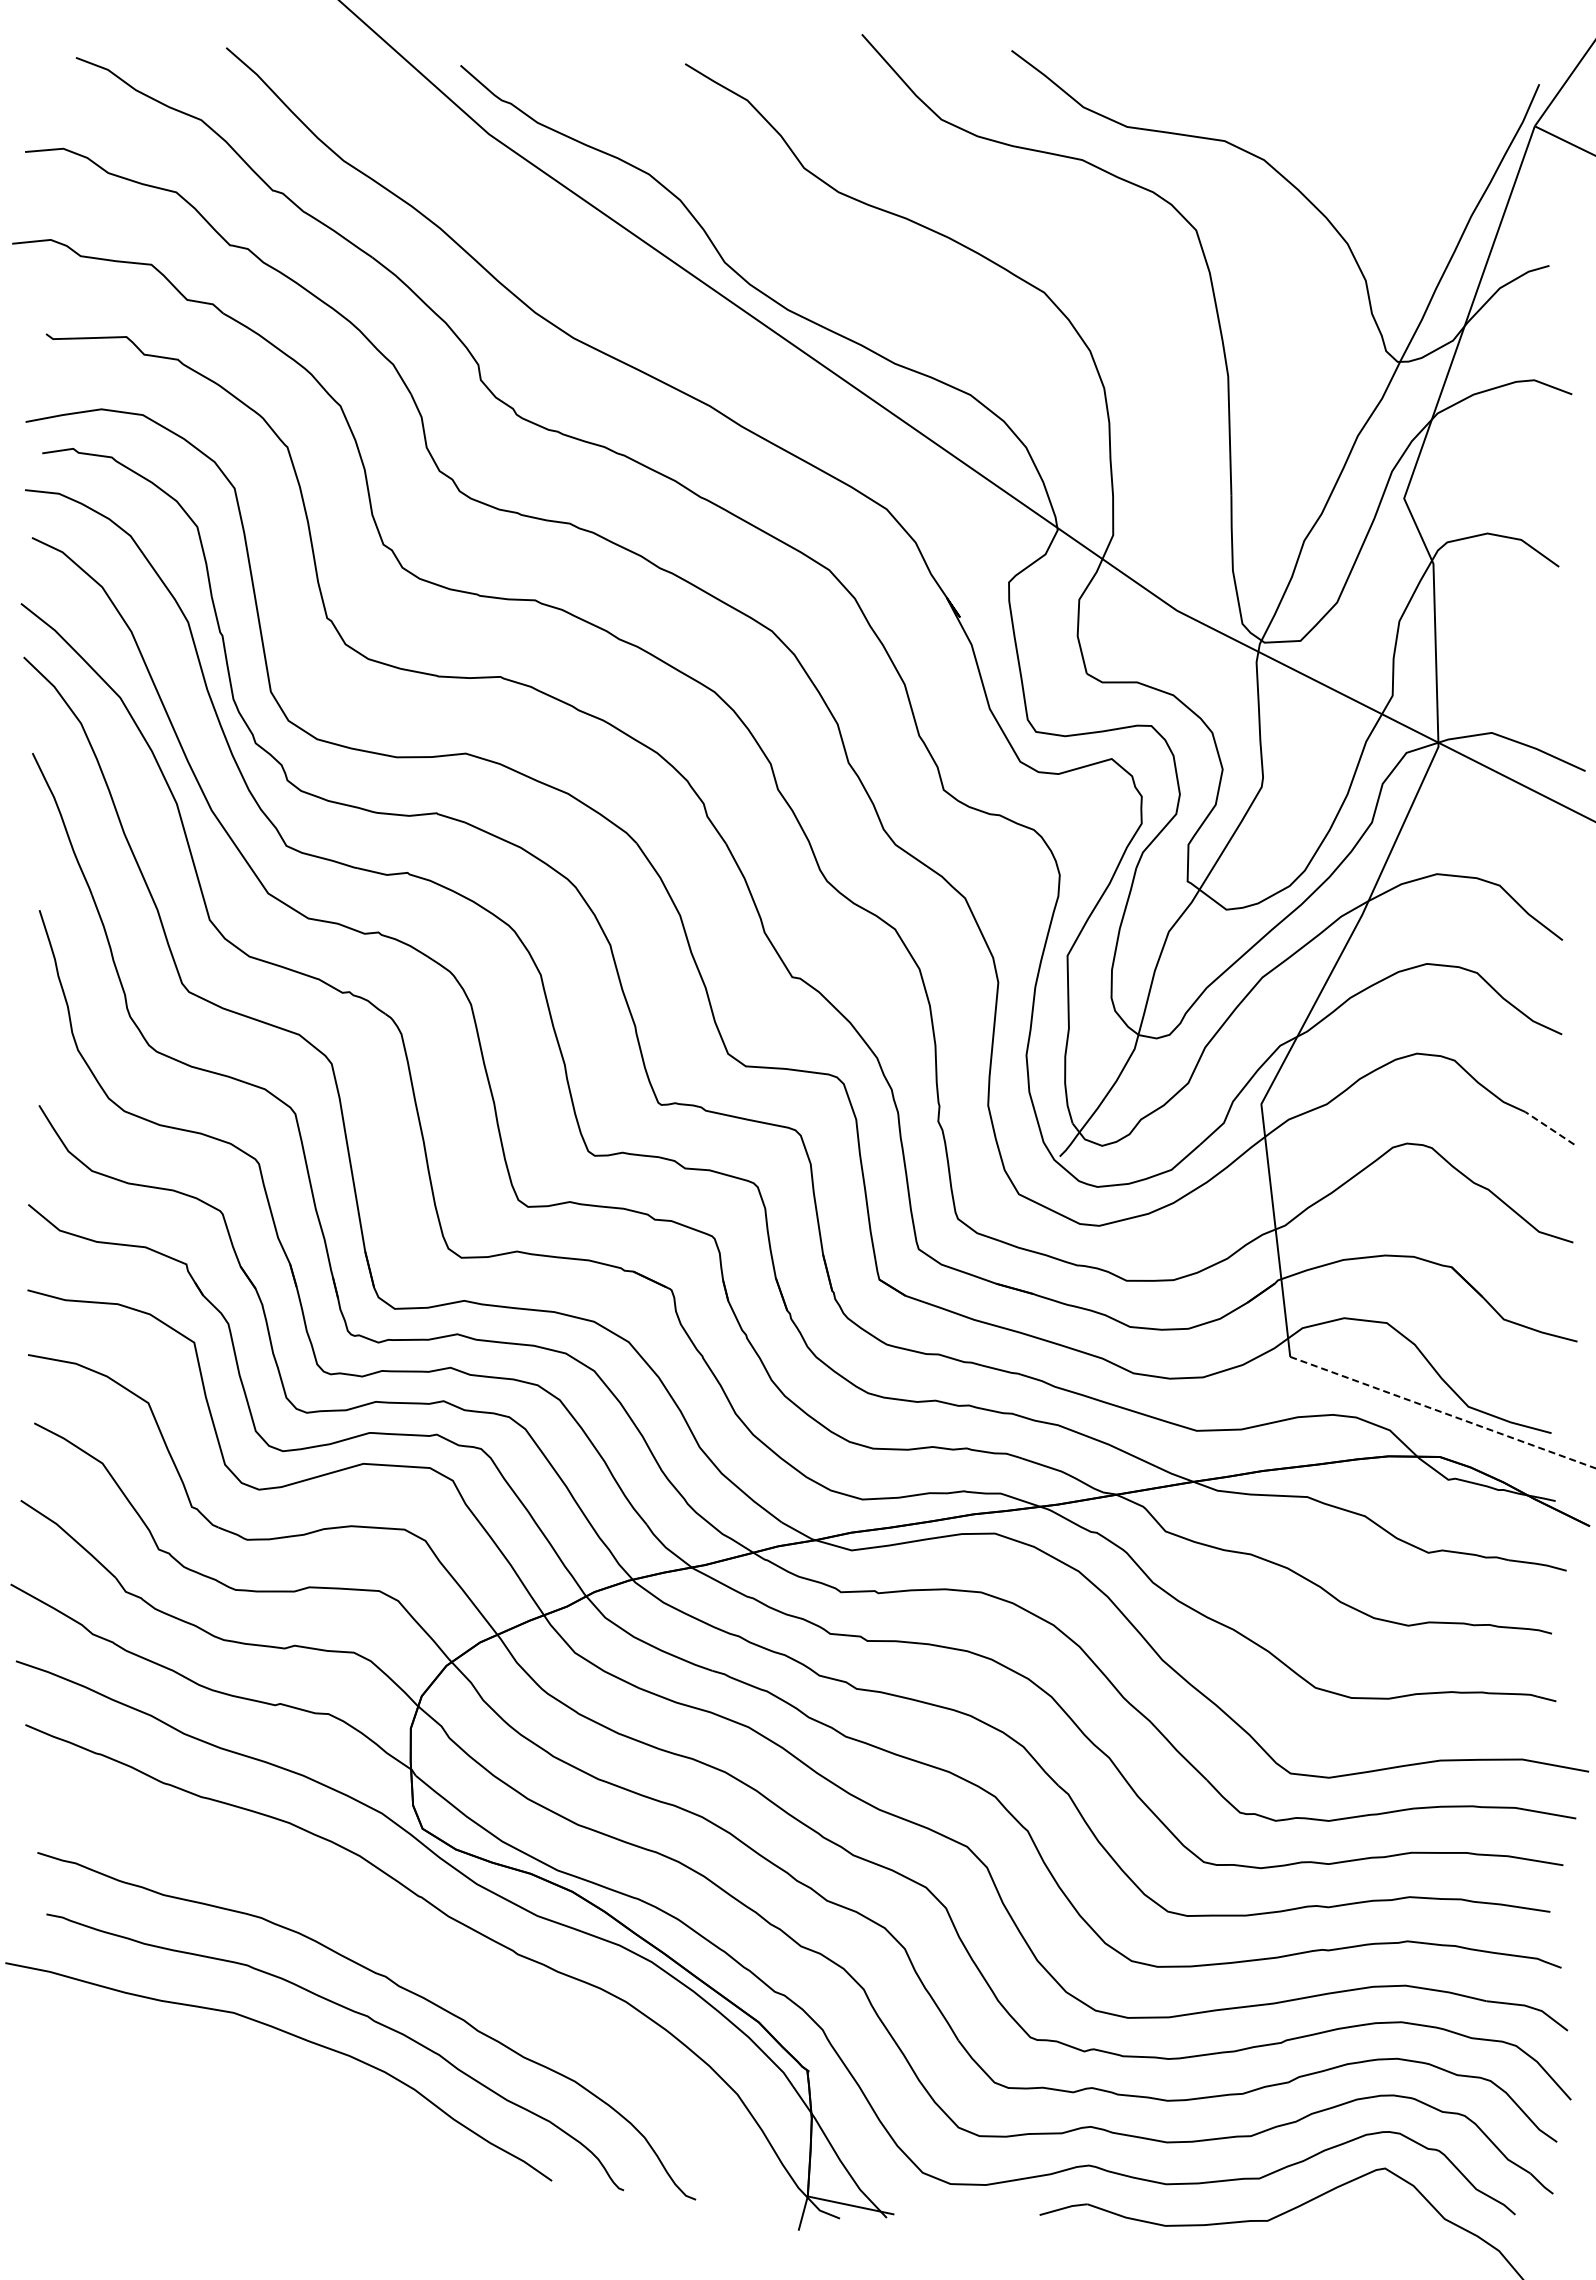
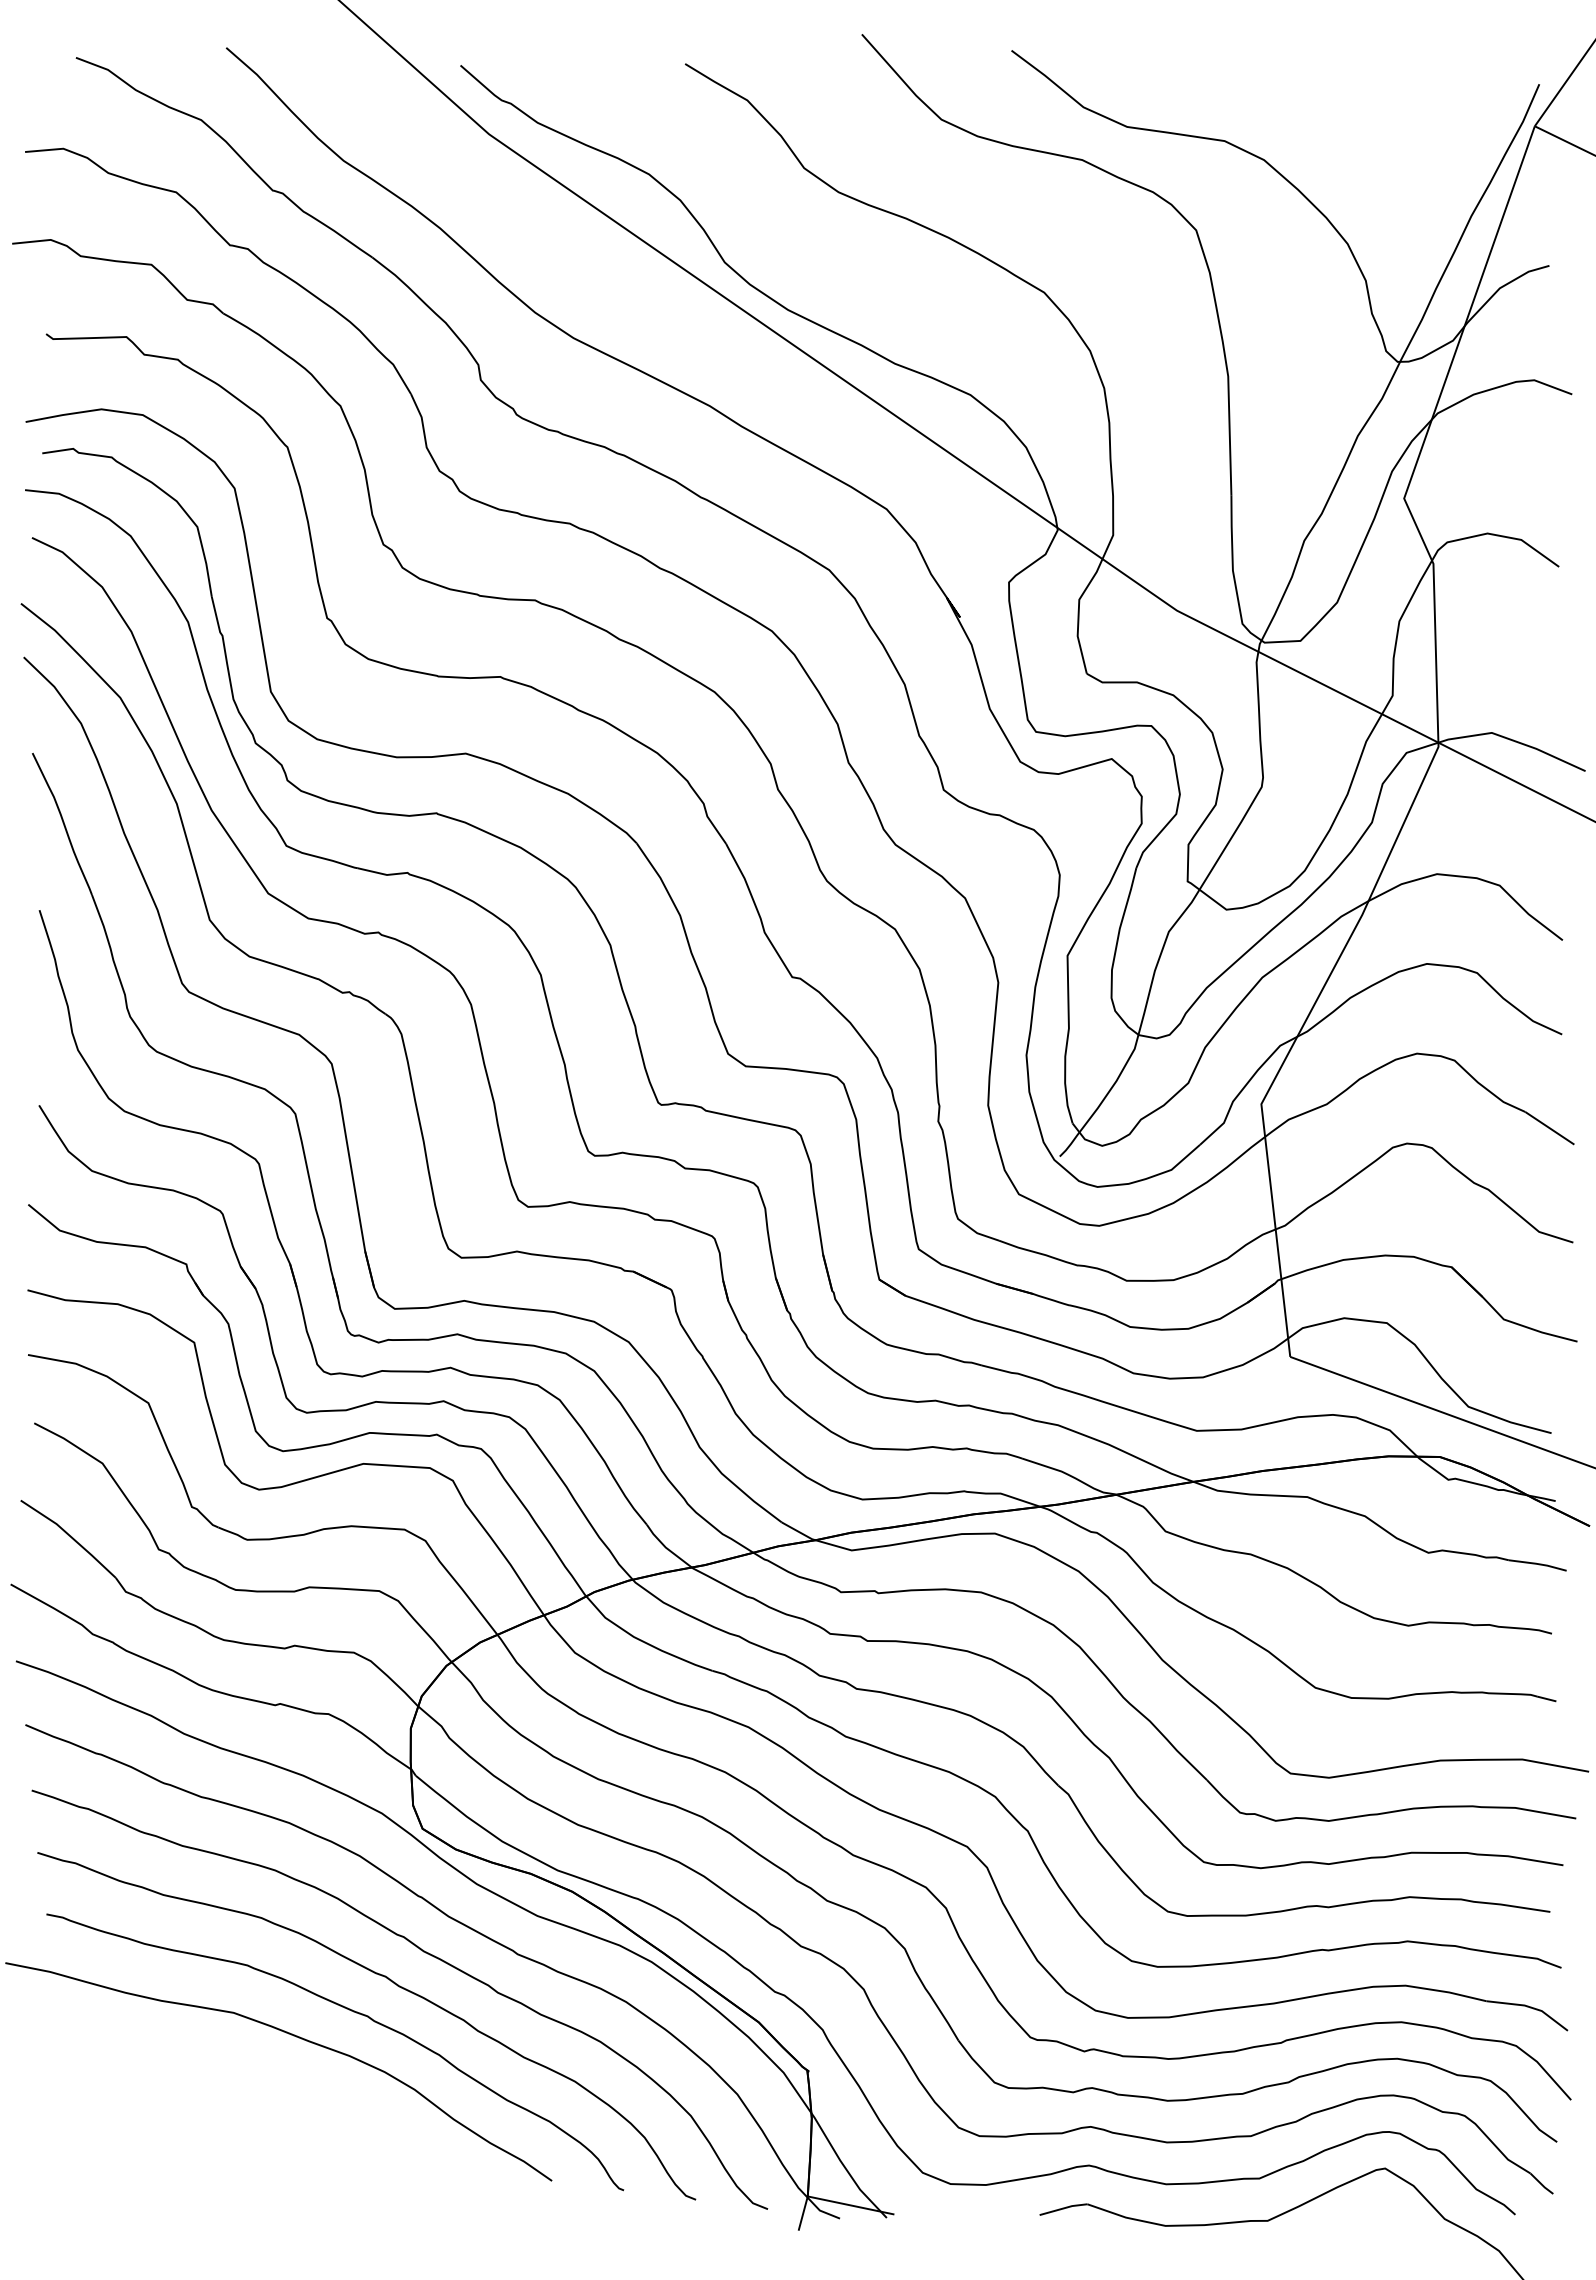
line at (1549, 1128): dashed -> solid
line at (1443, 1412): dashed -> solid
curve at (423, 1952): none -> present
